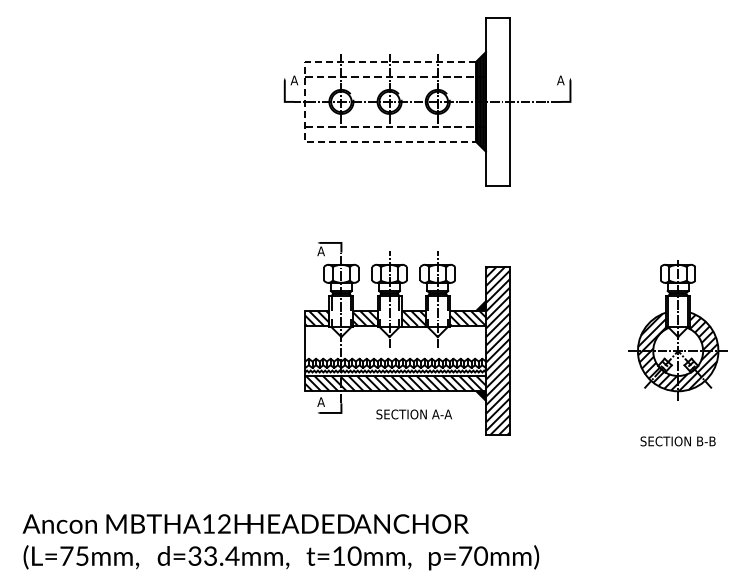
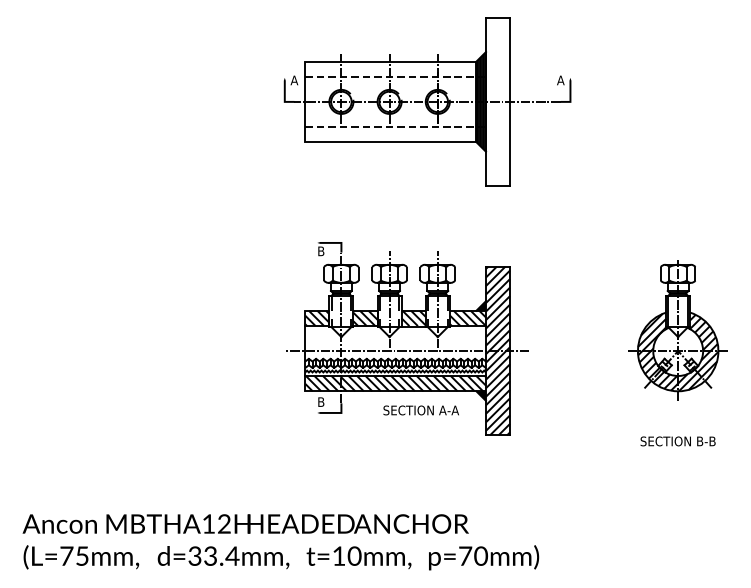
line at (305, 102): dashed -> solid
text at (320, 251): A -> B
line at (407, 351): none -> present
text at (320, 401): A -> B
text at (413, 414) position: (413, 414) -> (420, 410)
